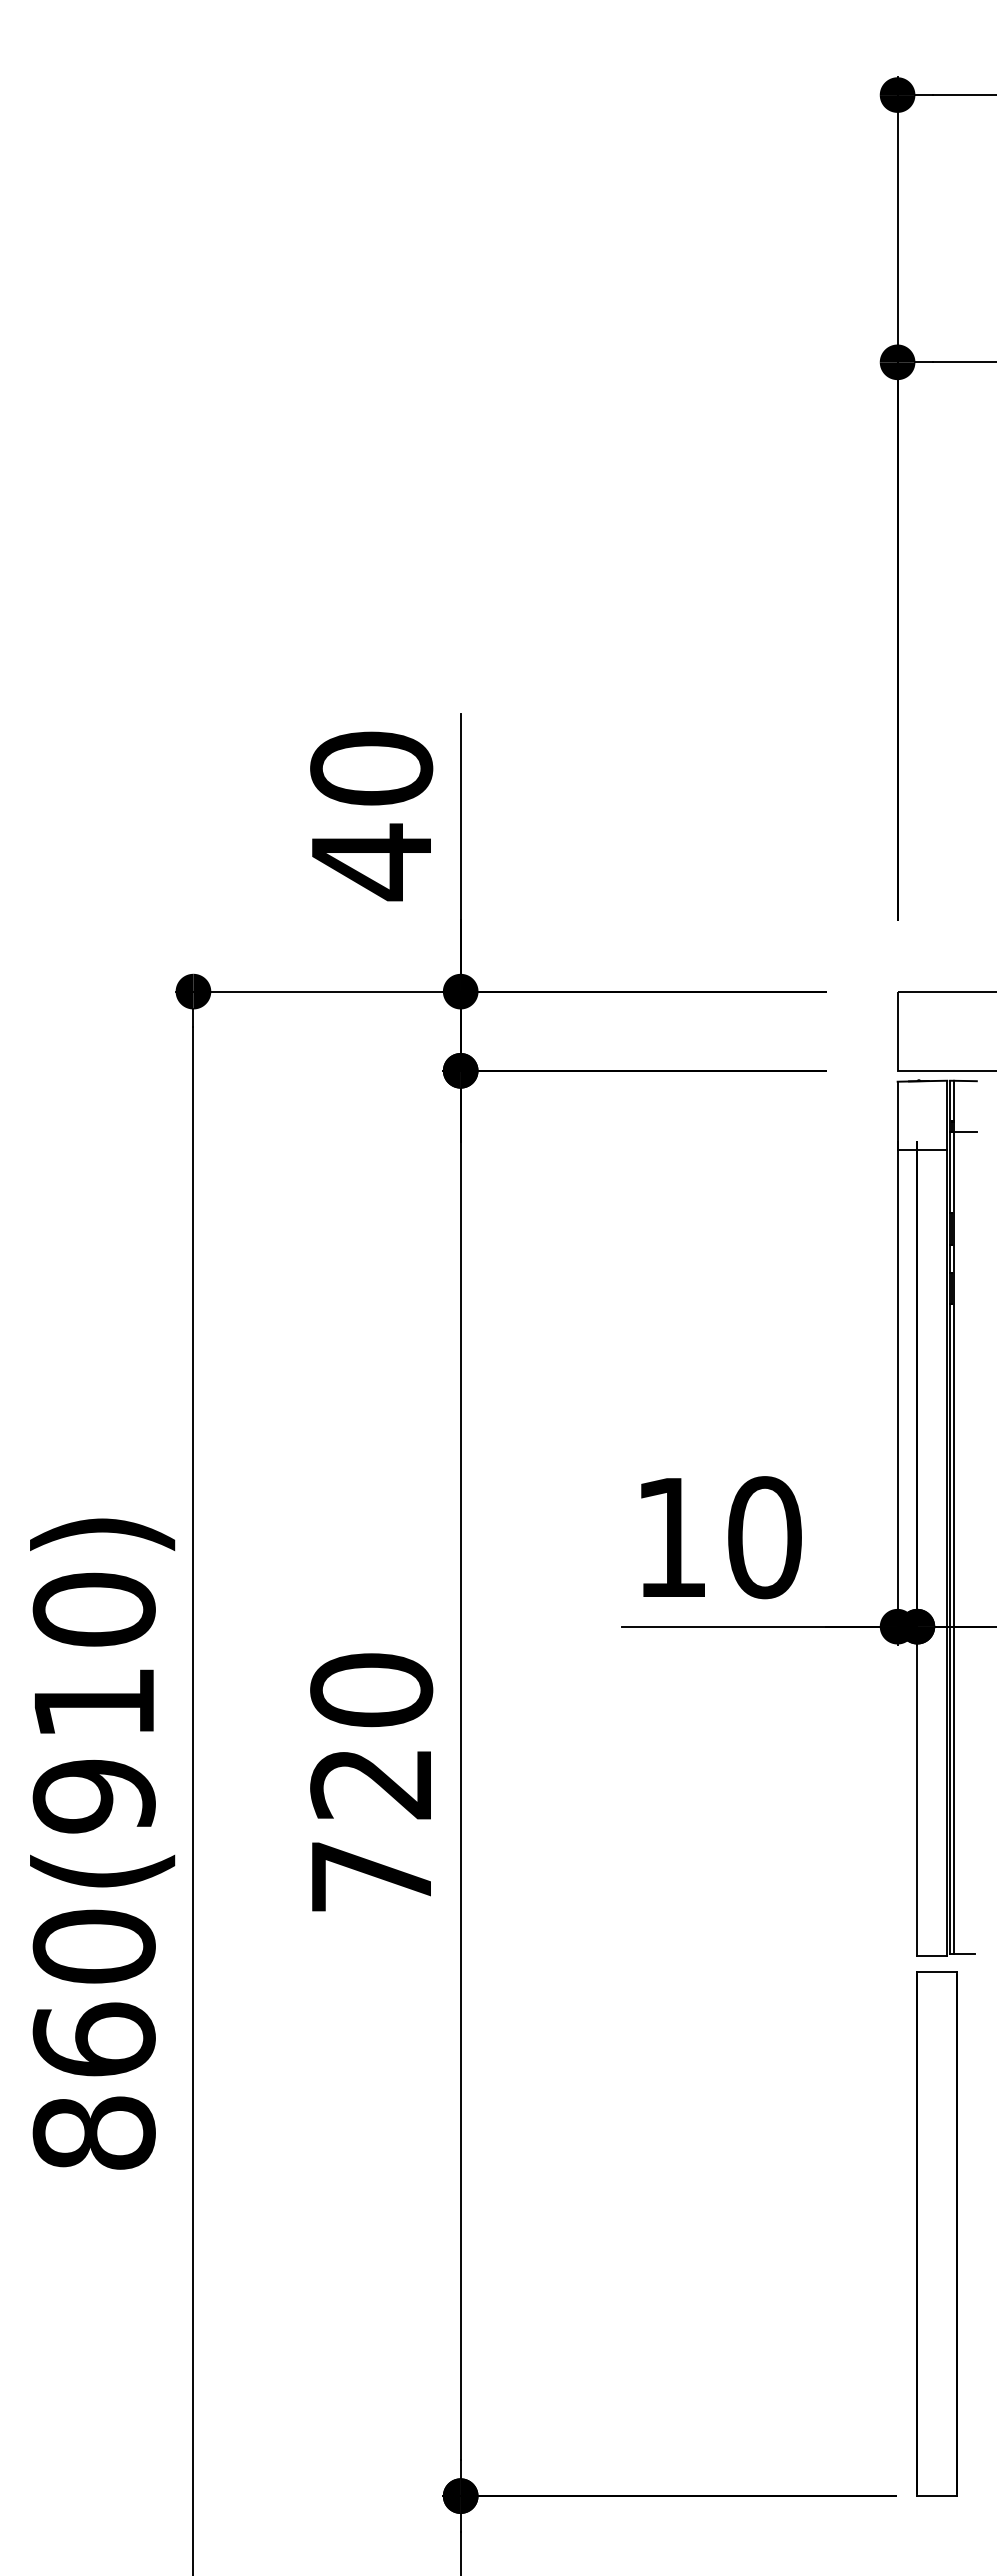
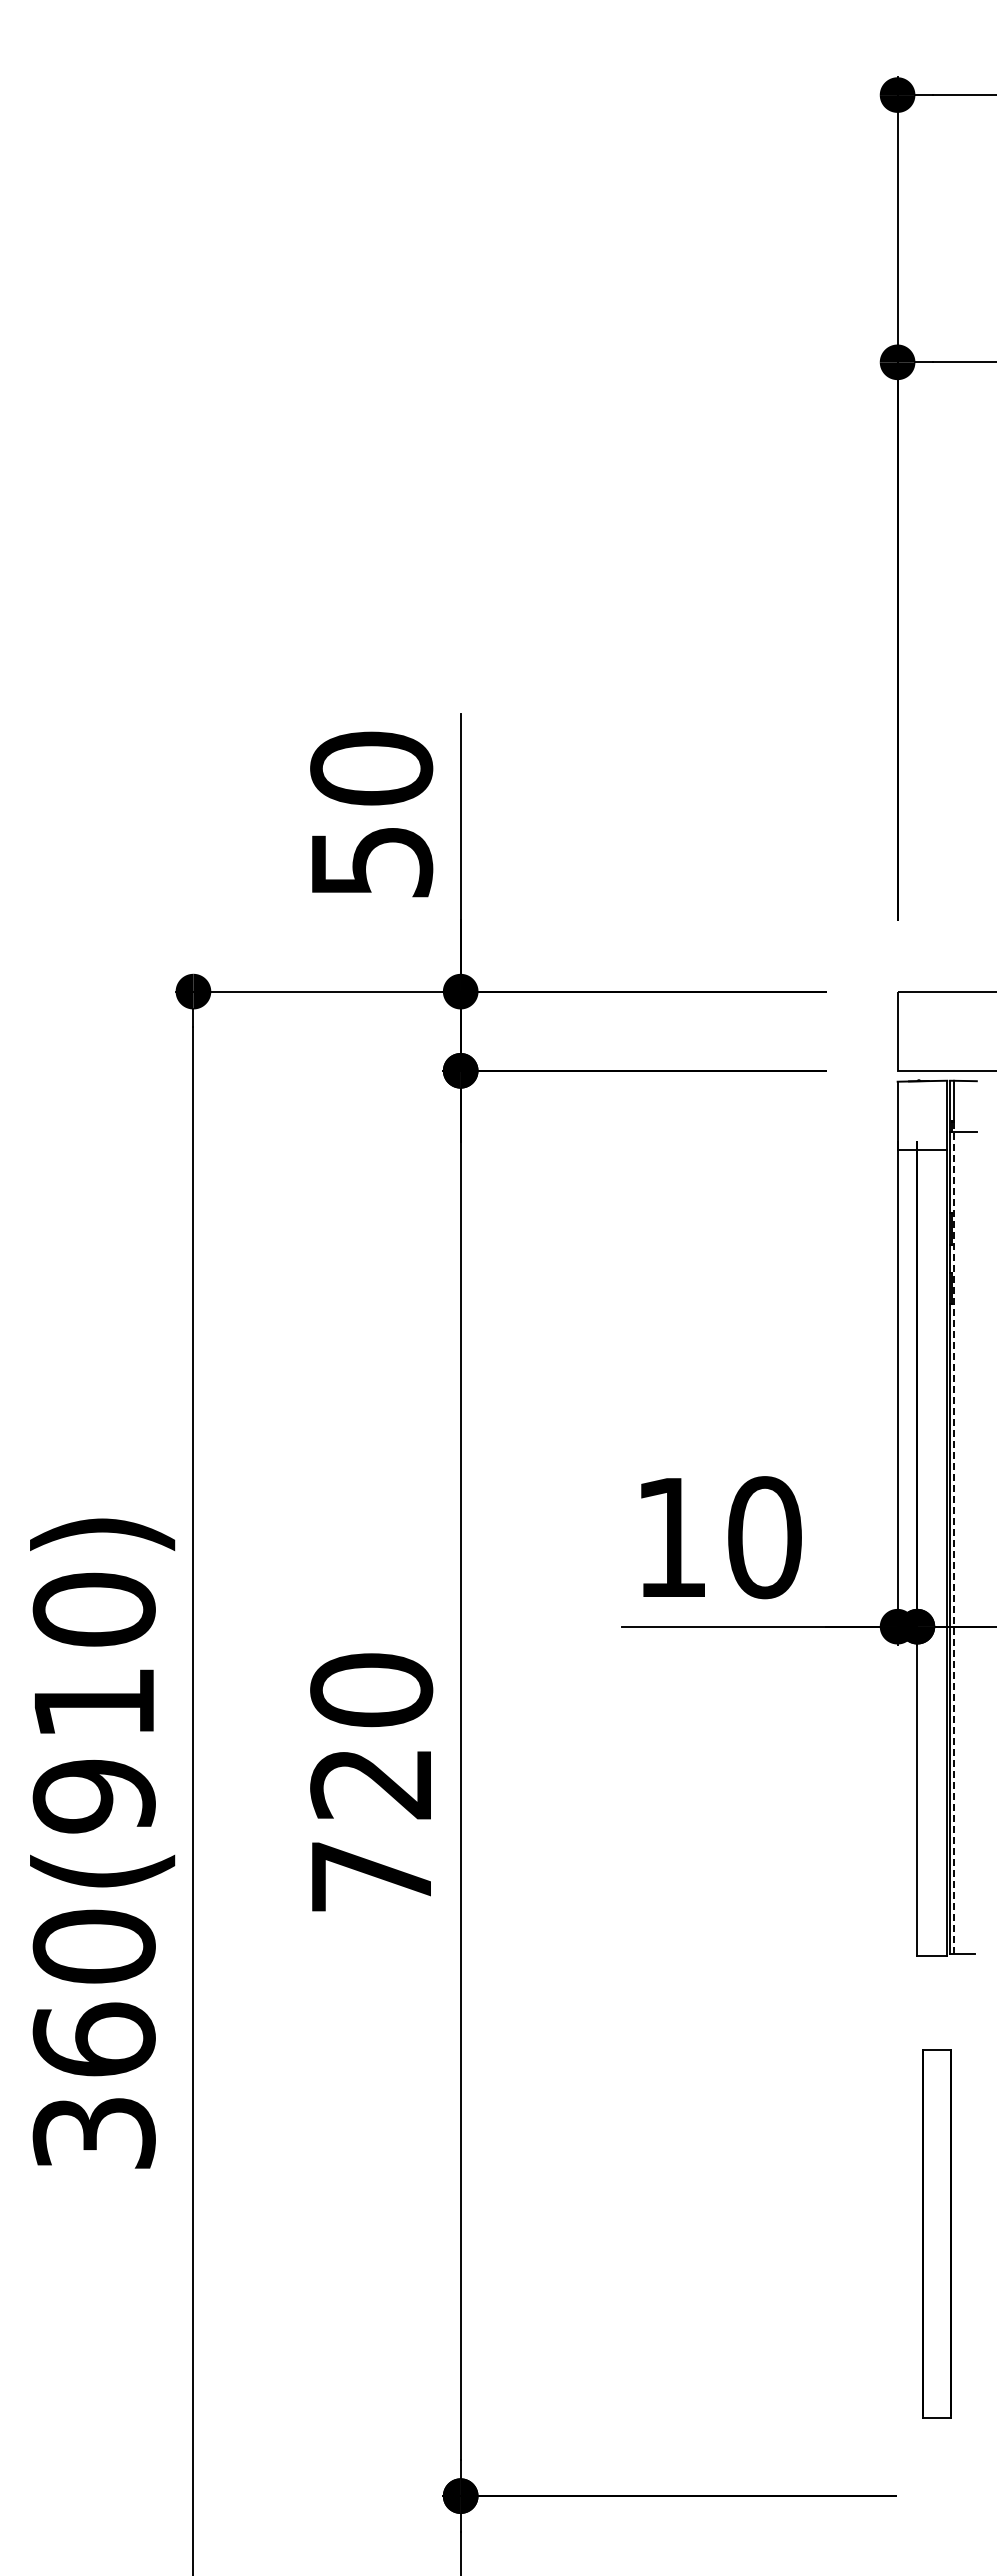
text at (372, 862): 40 -> 50
line at (954, 1538): solid -> dashed
text at (93, 2132): 860(910) -> 360(910)
part at (936, 2233) size: 42x526 px -> 30x370 px
